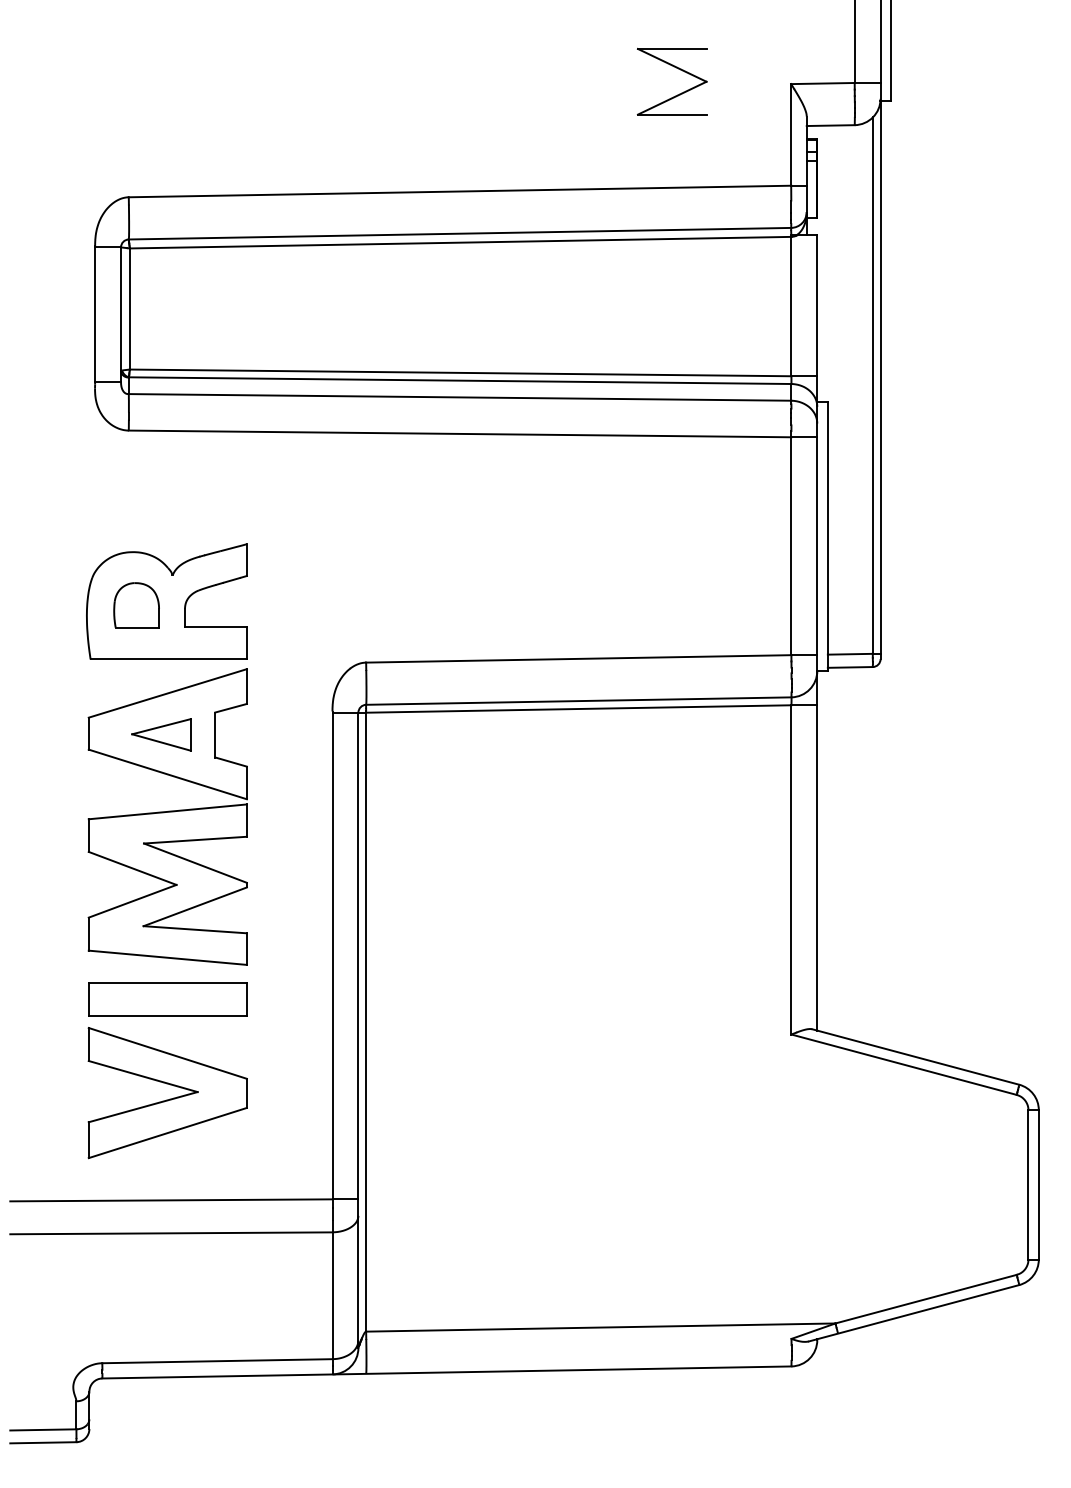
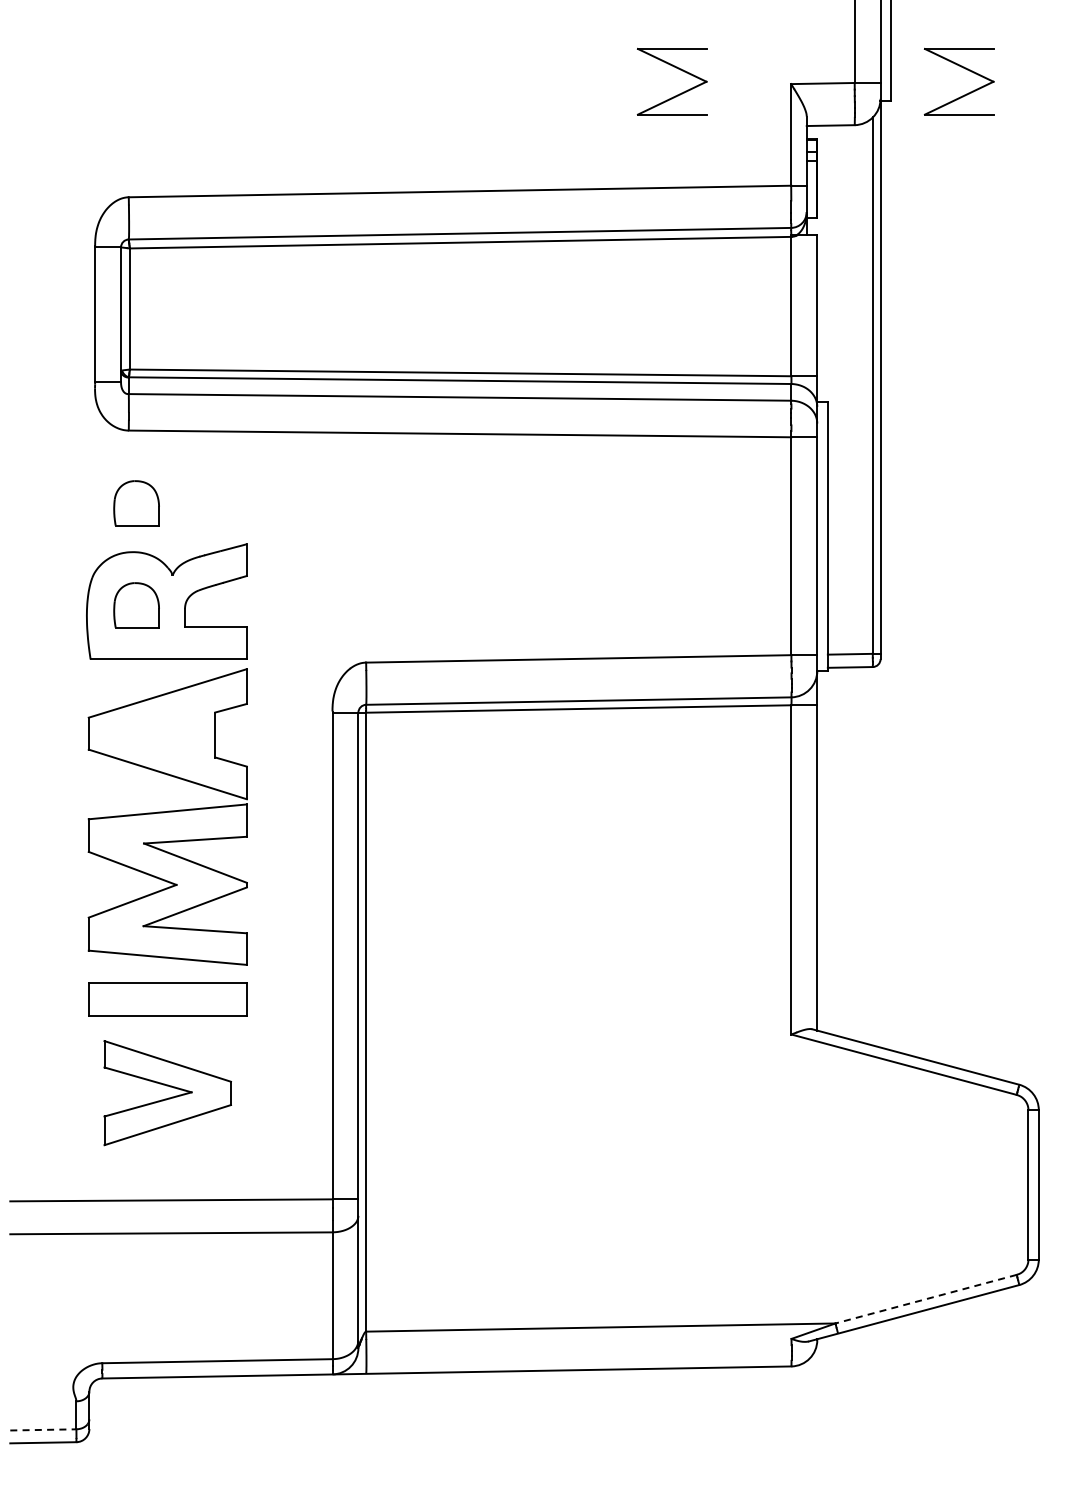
part at (965, 69): none -> present
part at (136, 503): none -> present
part at (161, 734): present -> none
part at (167, 1093) size: 161x133 px -> 129x107 px
line at (926, 1299): solid -> dashed
line at (43, 1429): solid -> dashed
